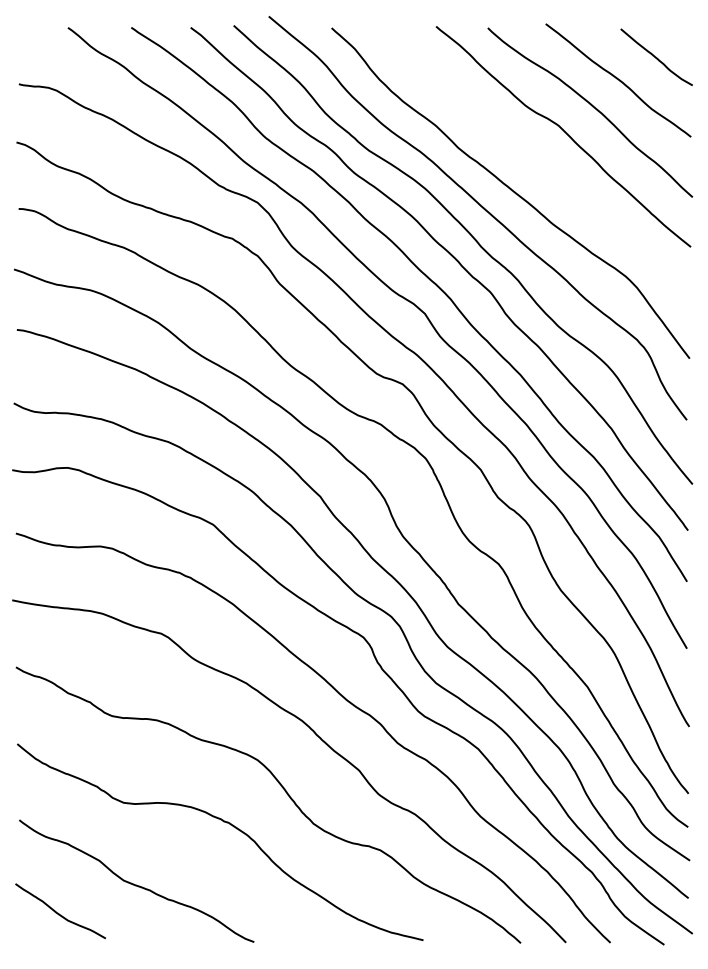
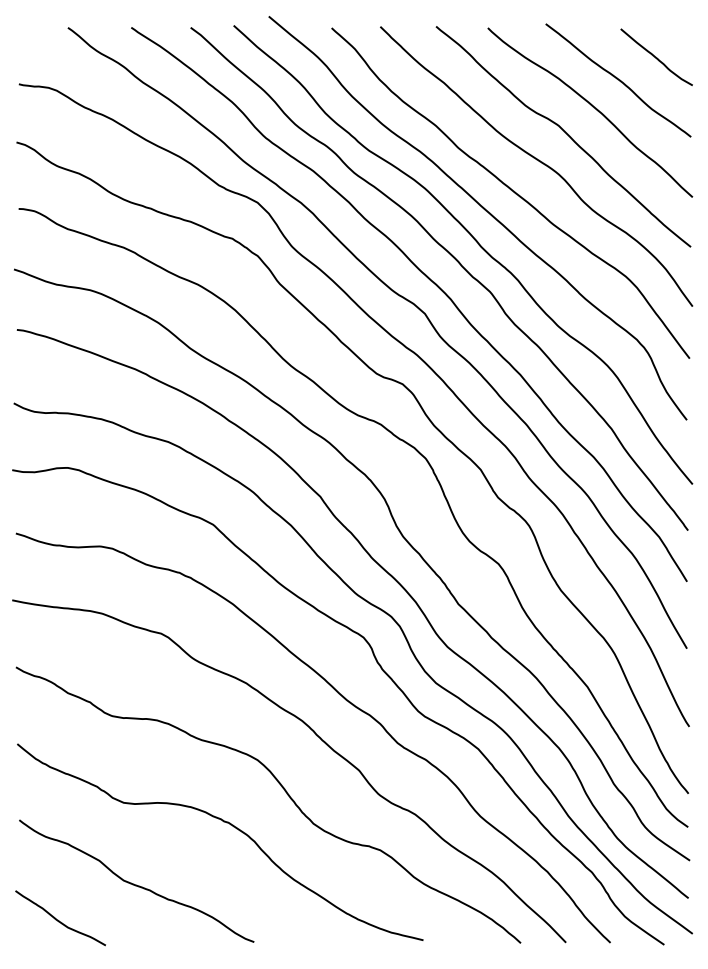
curve at (539, 162): none -> present
curve at (59, 913) position: (59, 913) -> (59, 920)
